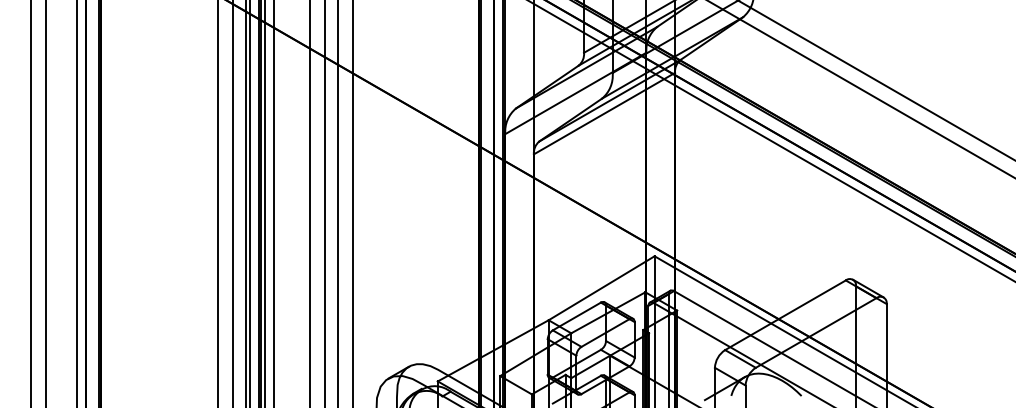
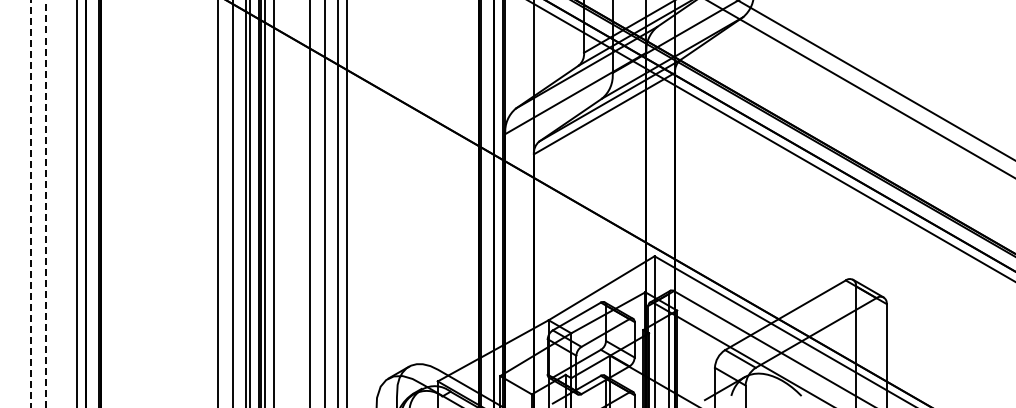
line at (352, 203) position: (352, 203) -> (346, 203)
line at (30, 204): solid -> dashed
line at (46, 204): solid -> dashed
